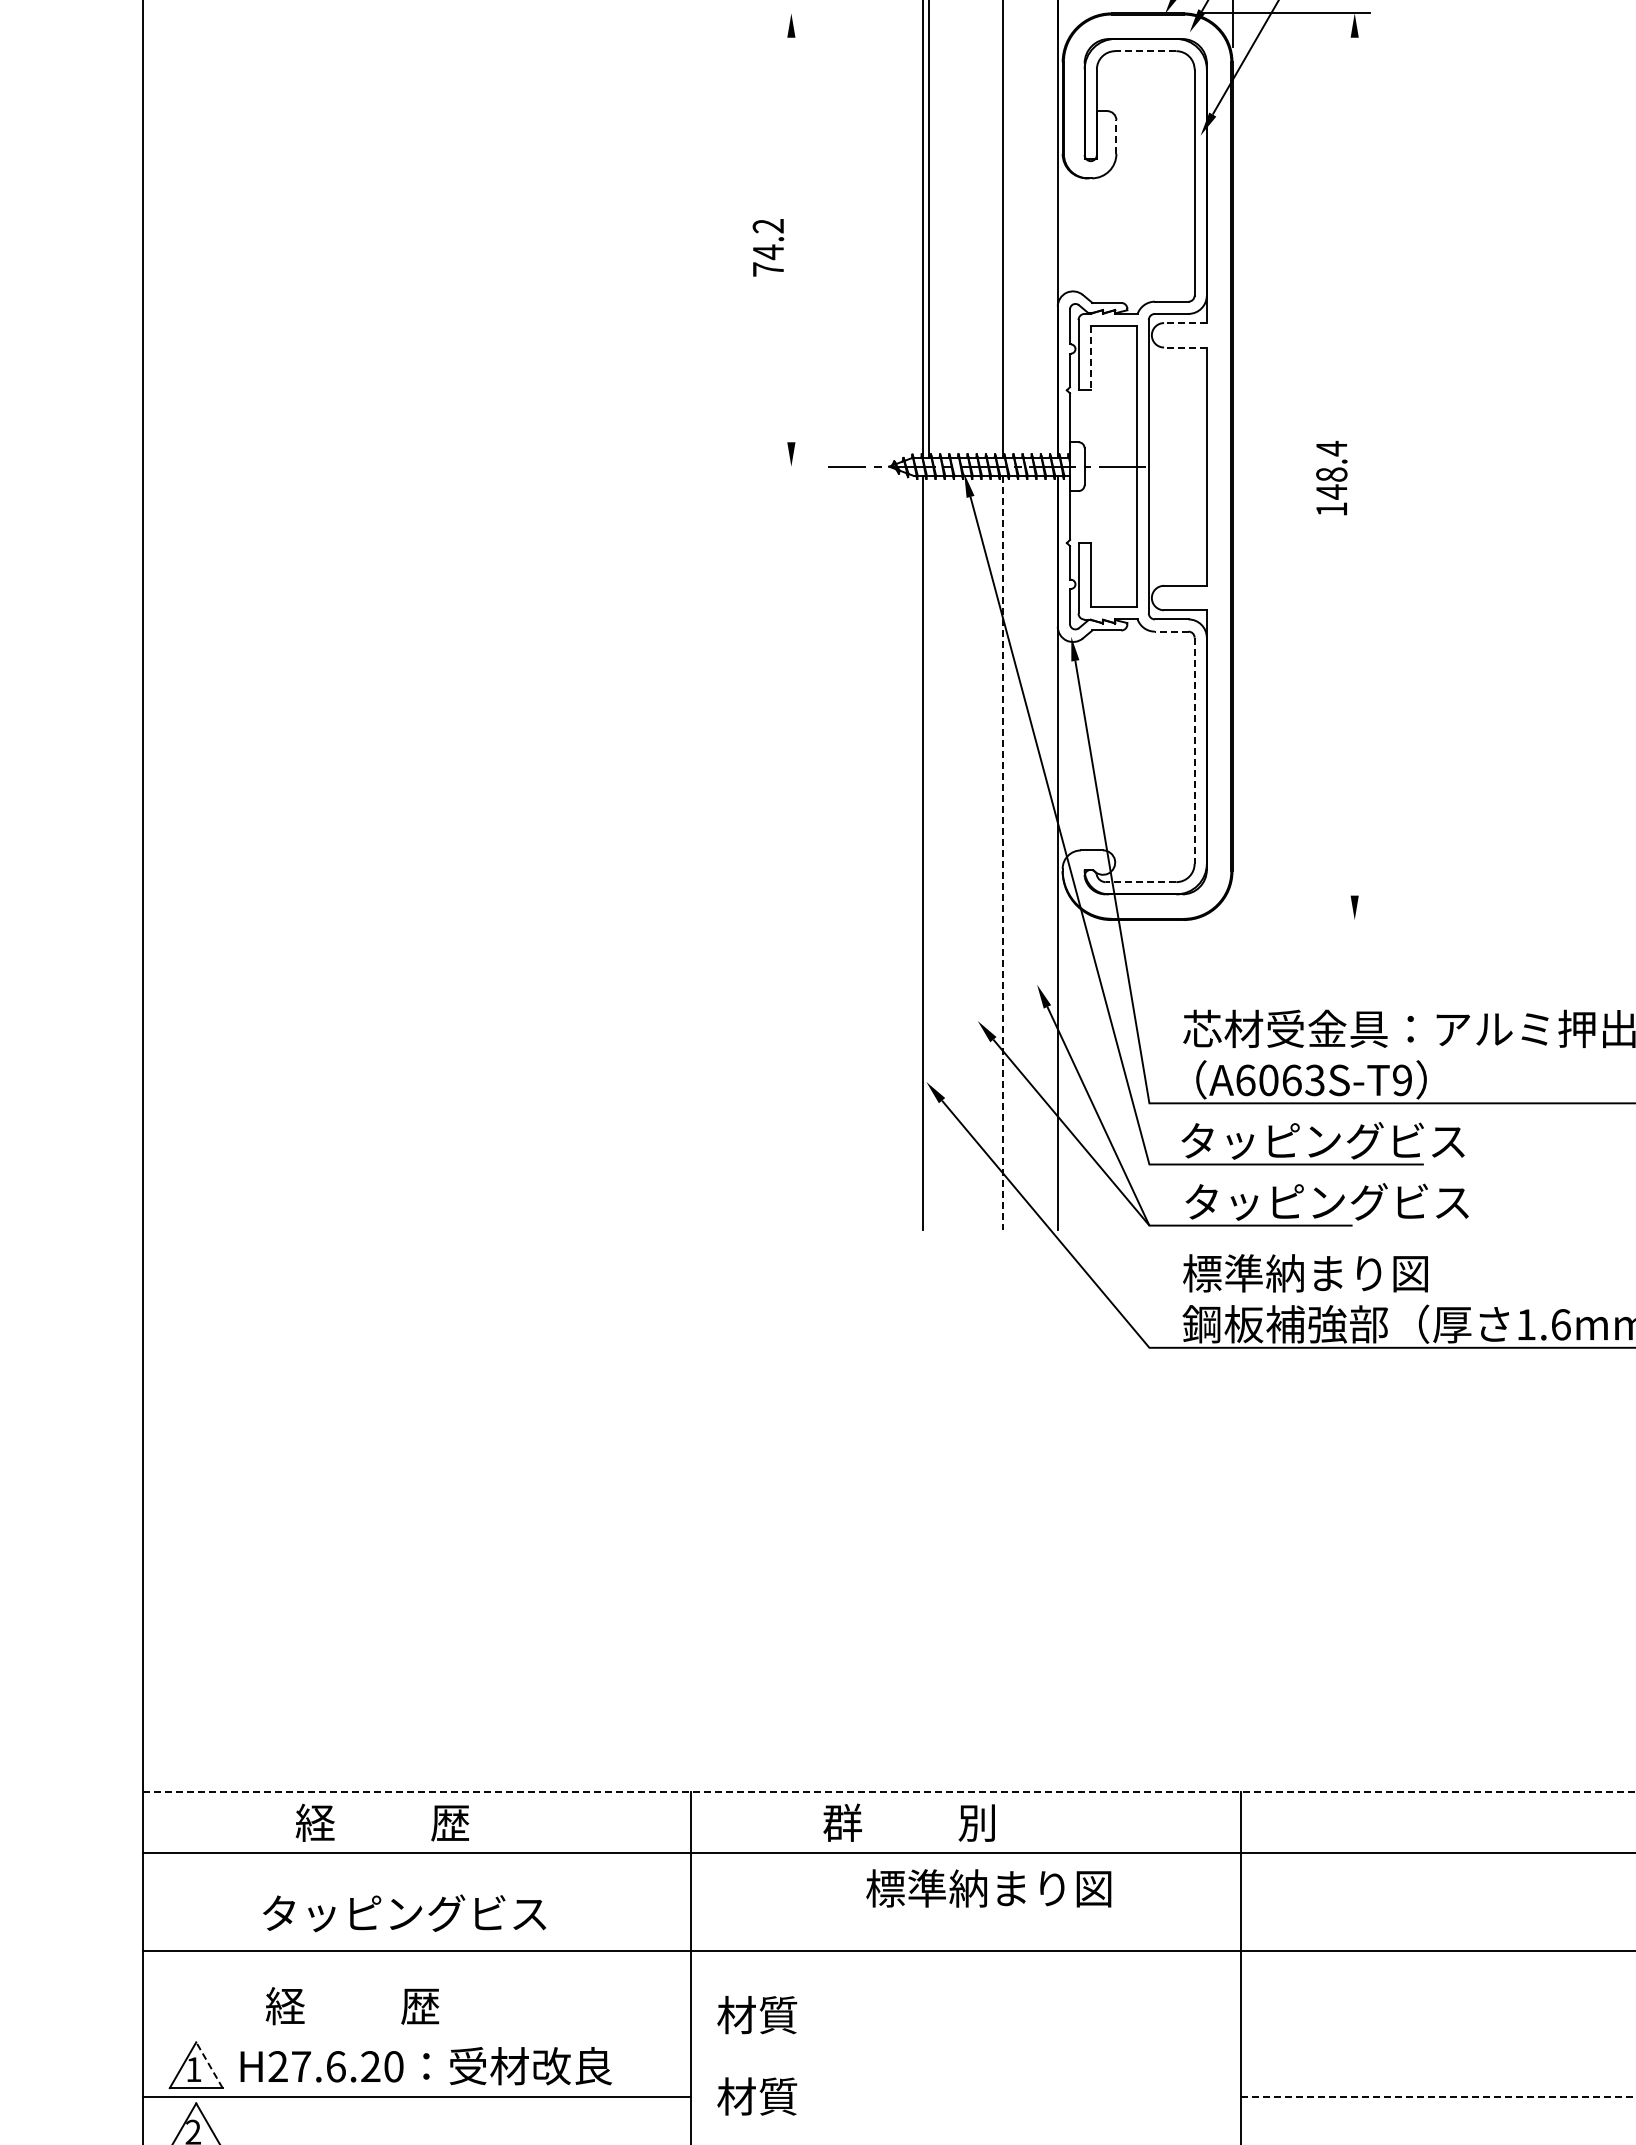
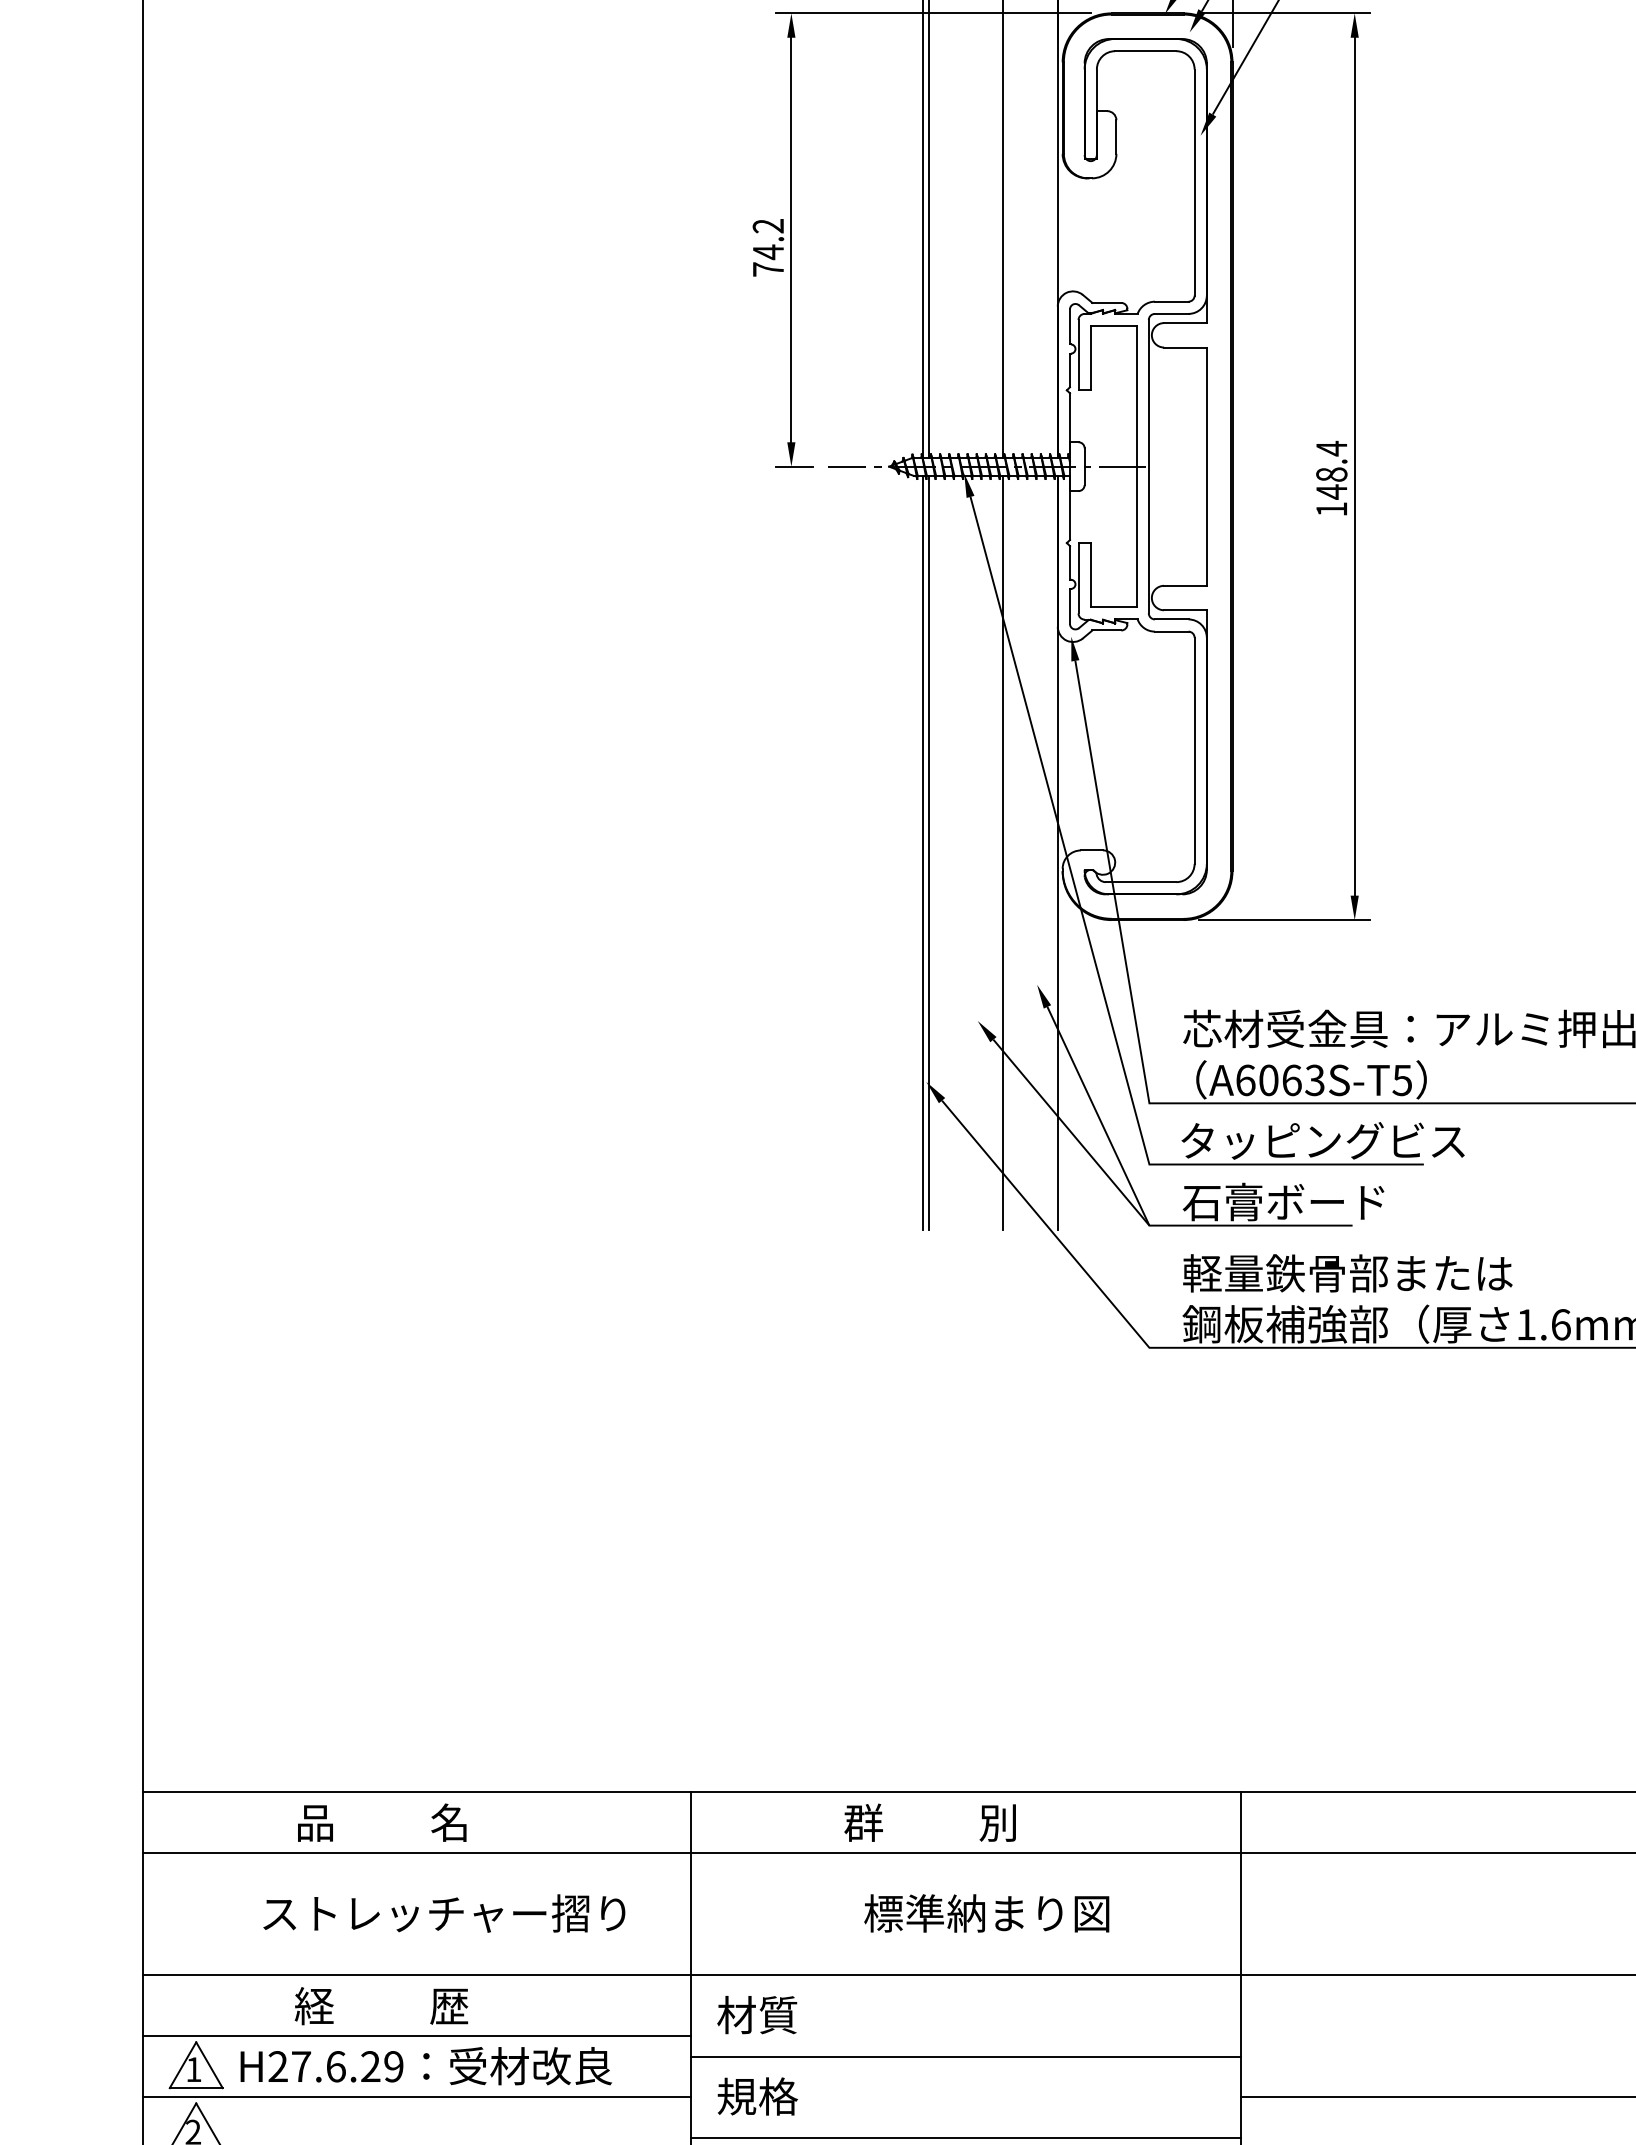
line at (933, 13): none -> present
line at (1145, 51): dashed -> solid
line at (1116, 137): dashed -> solid
line at (791, 239): none -> present
line at (1184, 323): dashed -> solid
line at (1184, 347): dashed -> solid
line at (1090, 358): dashed -> solid
line at (794, 466): none -> present
line at (1354, 466): none -> present
line at (1171, 631): dashed -> solid
line at (1194, 751): dashed -> solid
line at (929, 852): none -> present
line at (1002, 853): dashed -> solid
line at (1140, 882): dashed -> solid
line at (1283, 920): none -> present
text at (1401, 1080): A6063S-T9 -> A6063S-T5
text at (1325, 1201): タッピングビス -> 石膏ボード
text at (1347, 1273): 標準納まり図 -> 軽量鉄骨部または
line at (889, 1791): dashed -> solid
text at (382, 1822): 経          歴 -> 品          名
text at (908, 1822) position: (908, 1822) -> (929, 1822)
text at (988, 1888) position: (988, 1888) -> (986, 1913)
text at (444, 1913): タッピングビス -> ストレッチャー摺り
line at (887, 1951) position: (887, 1951) -> (887, 1975)
text at (352, 2006) position: (352, 2006) -> (381, 2006)
line at (416, 2036): none -> present
line at (966, 2056): none -> present
line at (209, 2064): dashed -> solid
text at (393, 2066): H27.6.20 -> H27.6.29
text at (757, 2096): 材質 -> 規格
line at (1438, 2097): dashed -> solid
line at (966, 2138): none -> present
